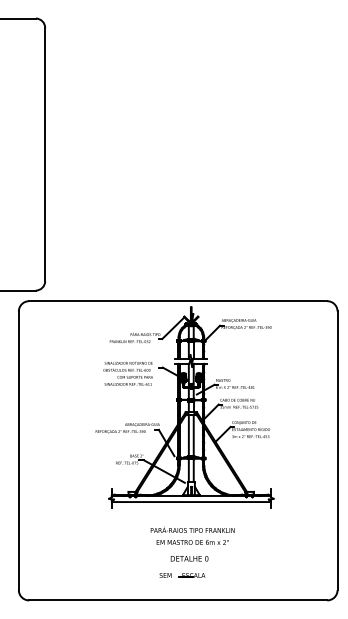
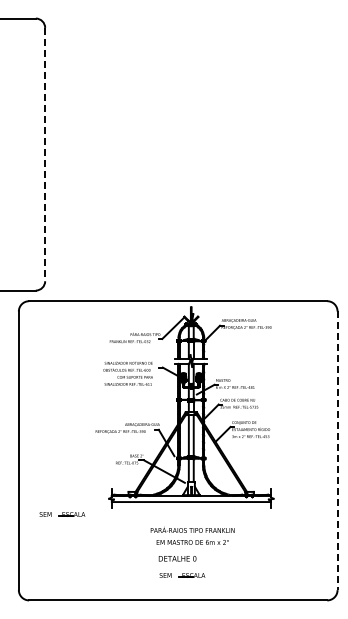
line at (45, 154): solid -> dashed
line at (337, 451): solid -> dashed
part at (62, 514): none -> present
text at (189, 558) position: (189, 558) -> (177, 558)
